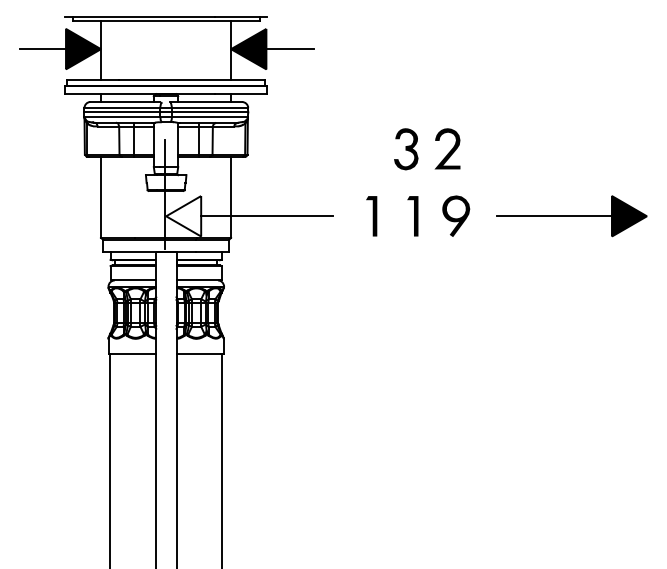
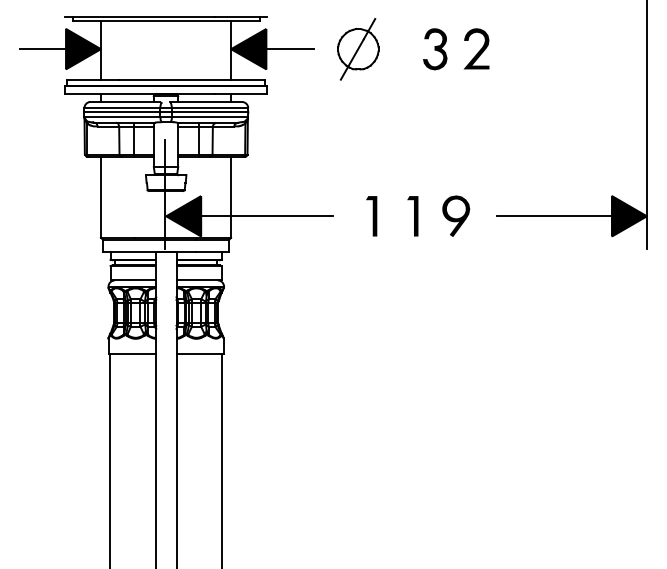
part at (358, 49): none -> present
line at (646, 125): none -> present
part at (417, 153) position: (417, 153) -> (446, 53)
fill at (183, 216): none -> present
